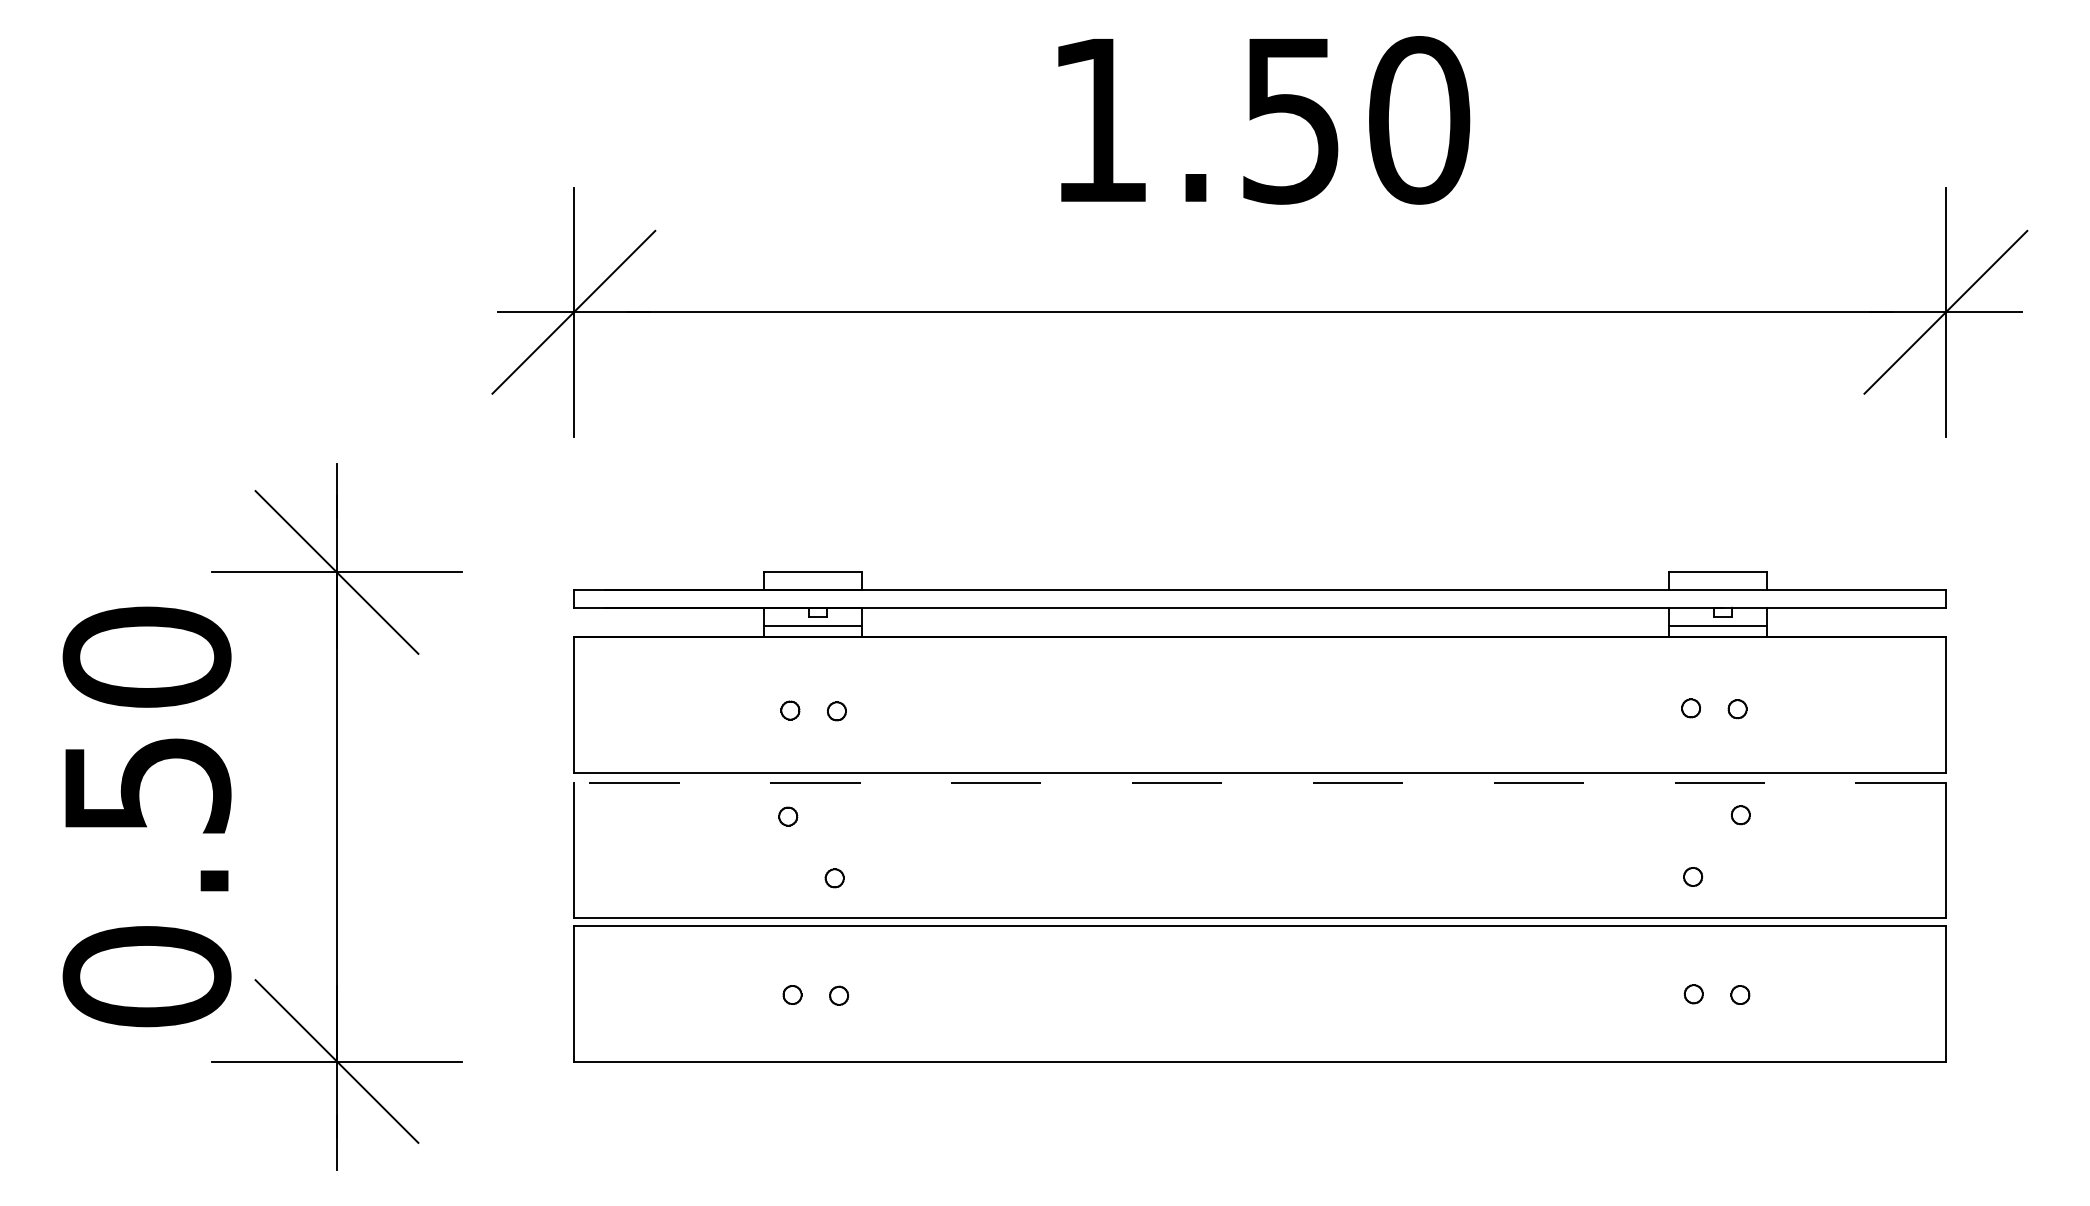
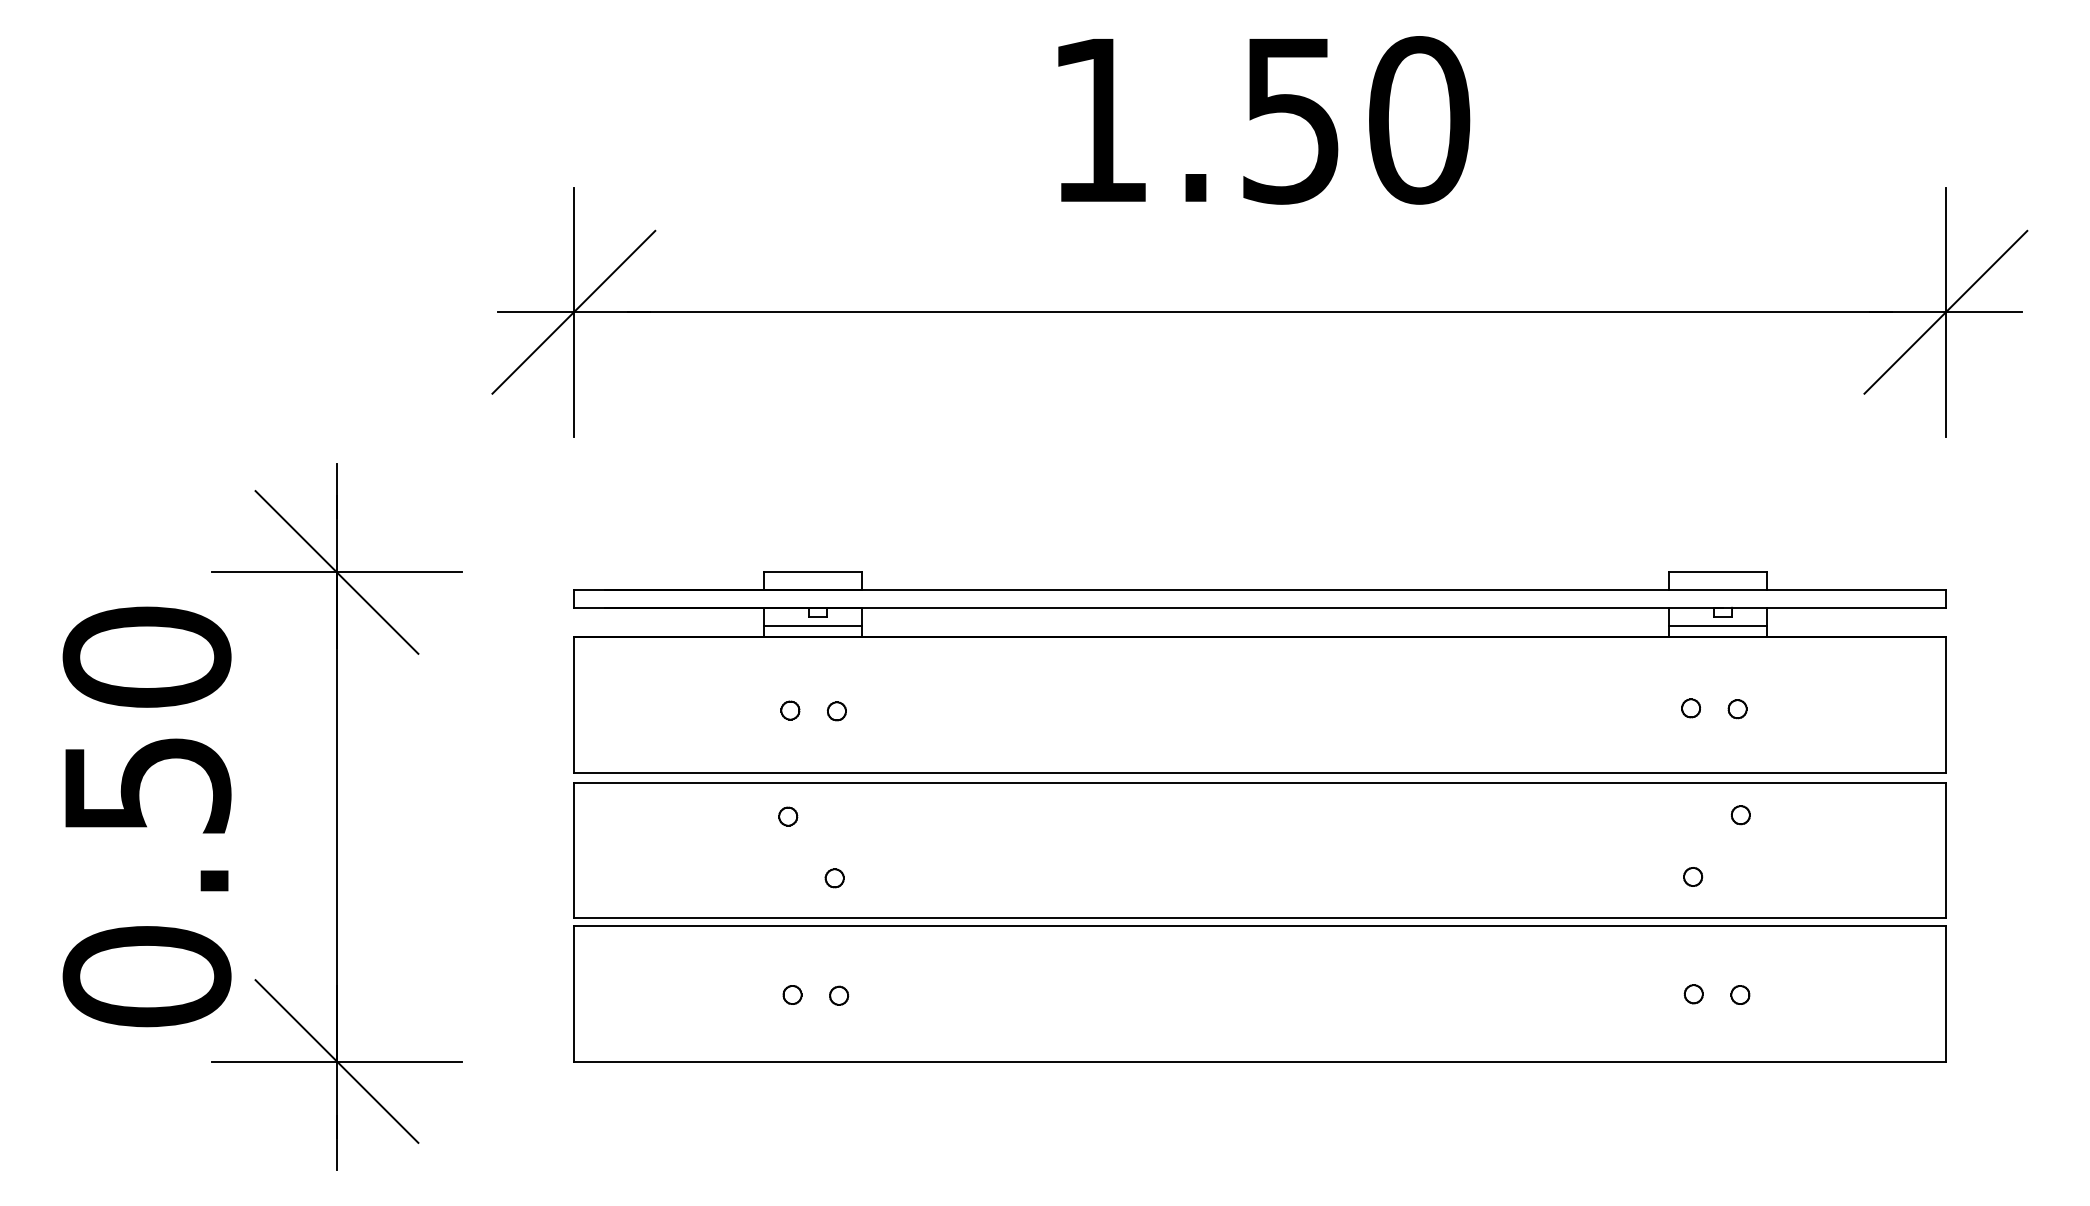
line at (1259, 782): dashed -> solid
